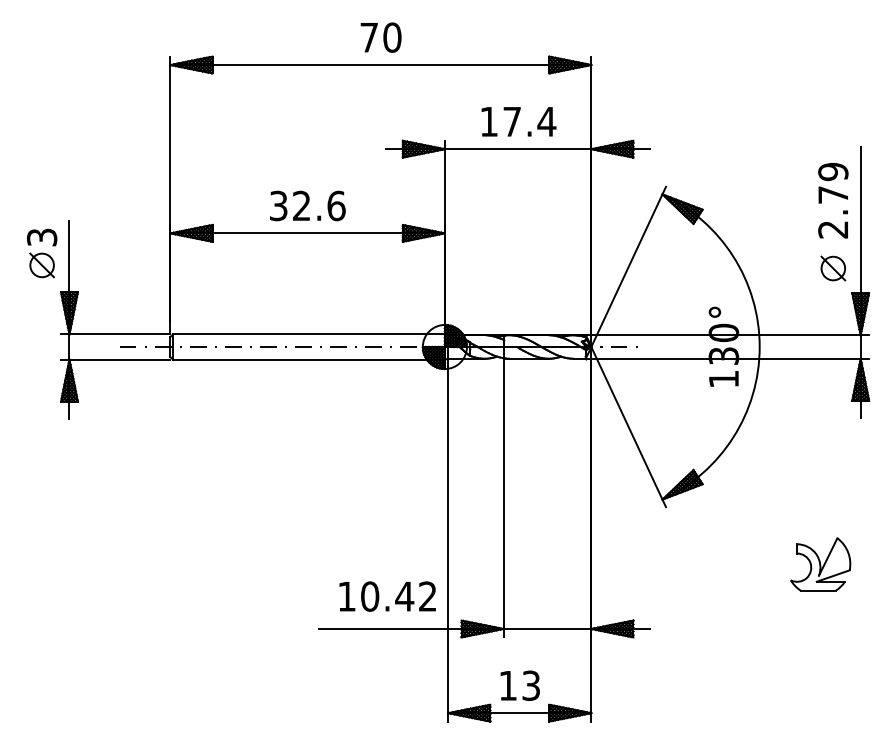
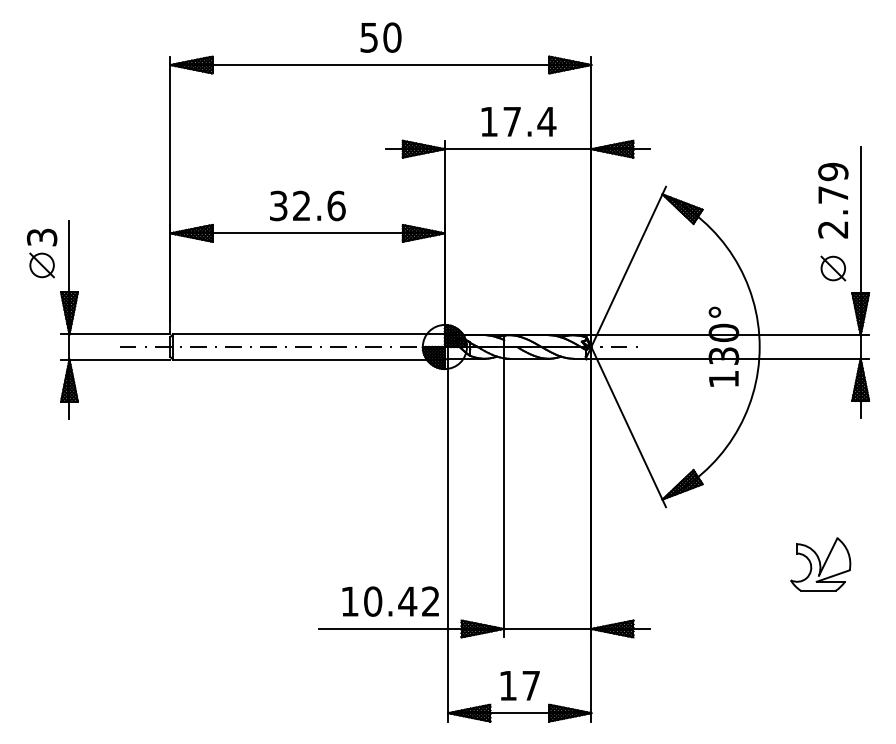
text at (368, 37): 70 -> 50
text at (387, 596) position: (387, 596) -> (390, 601)
text at (530, 685): 13 -> 17
